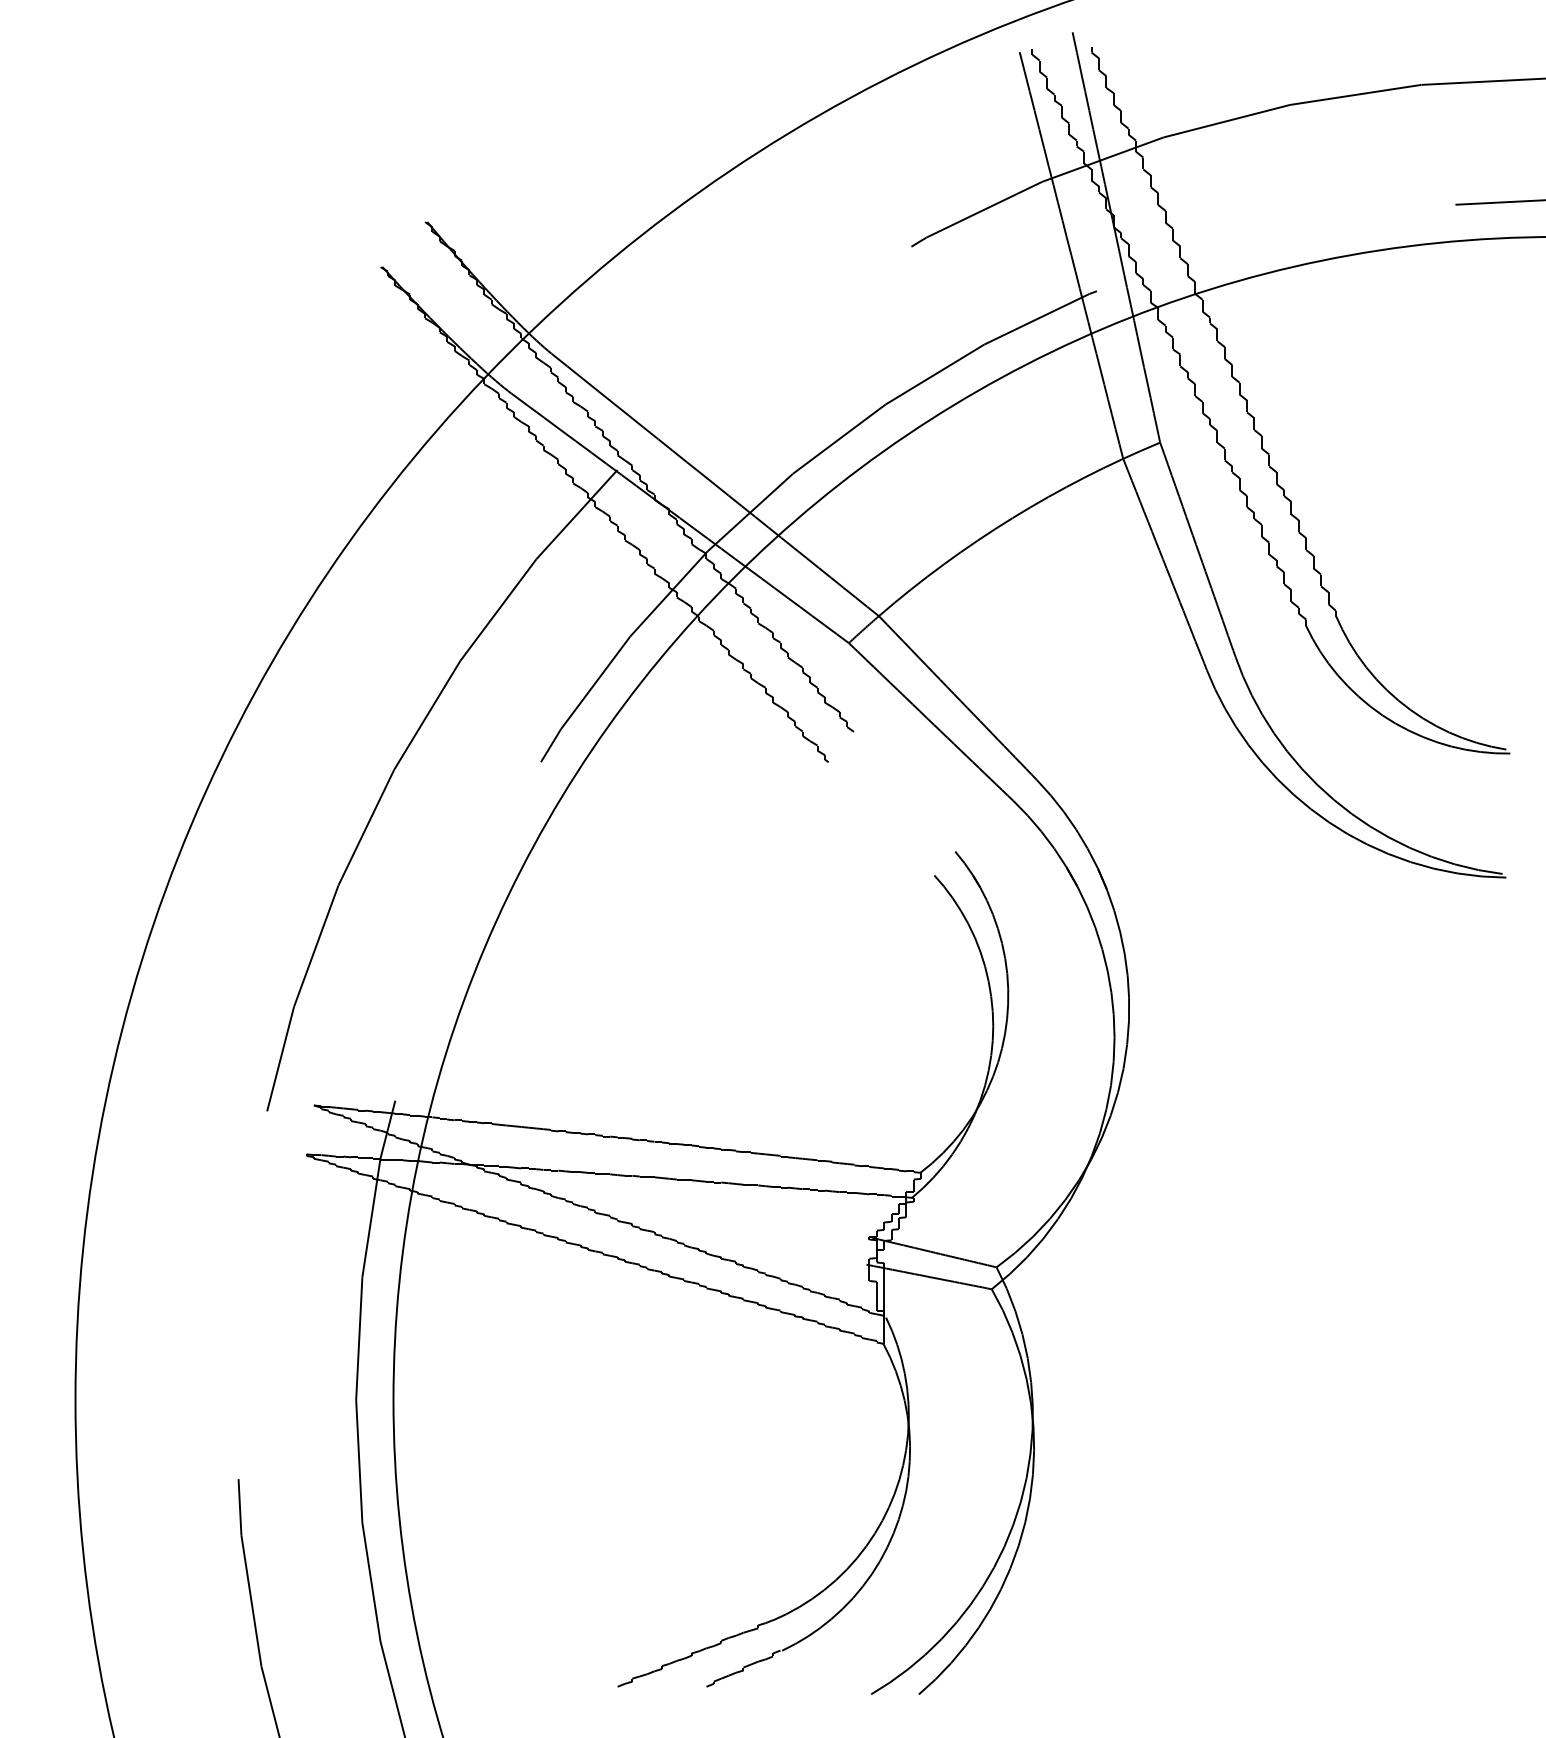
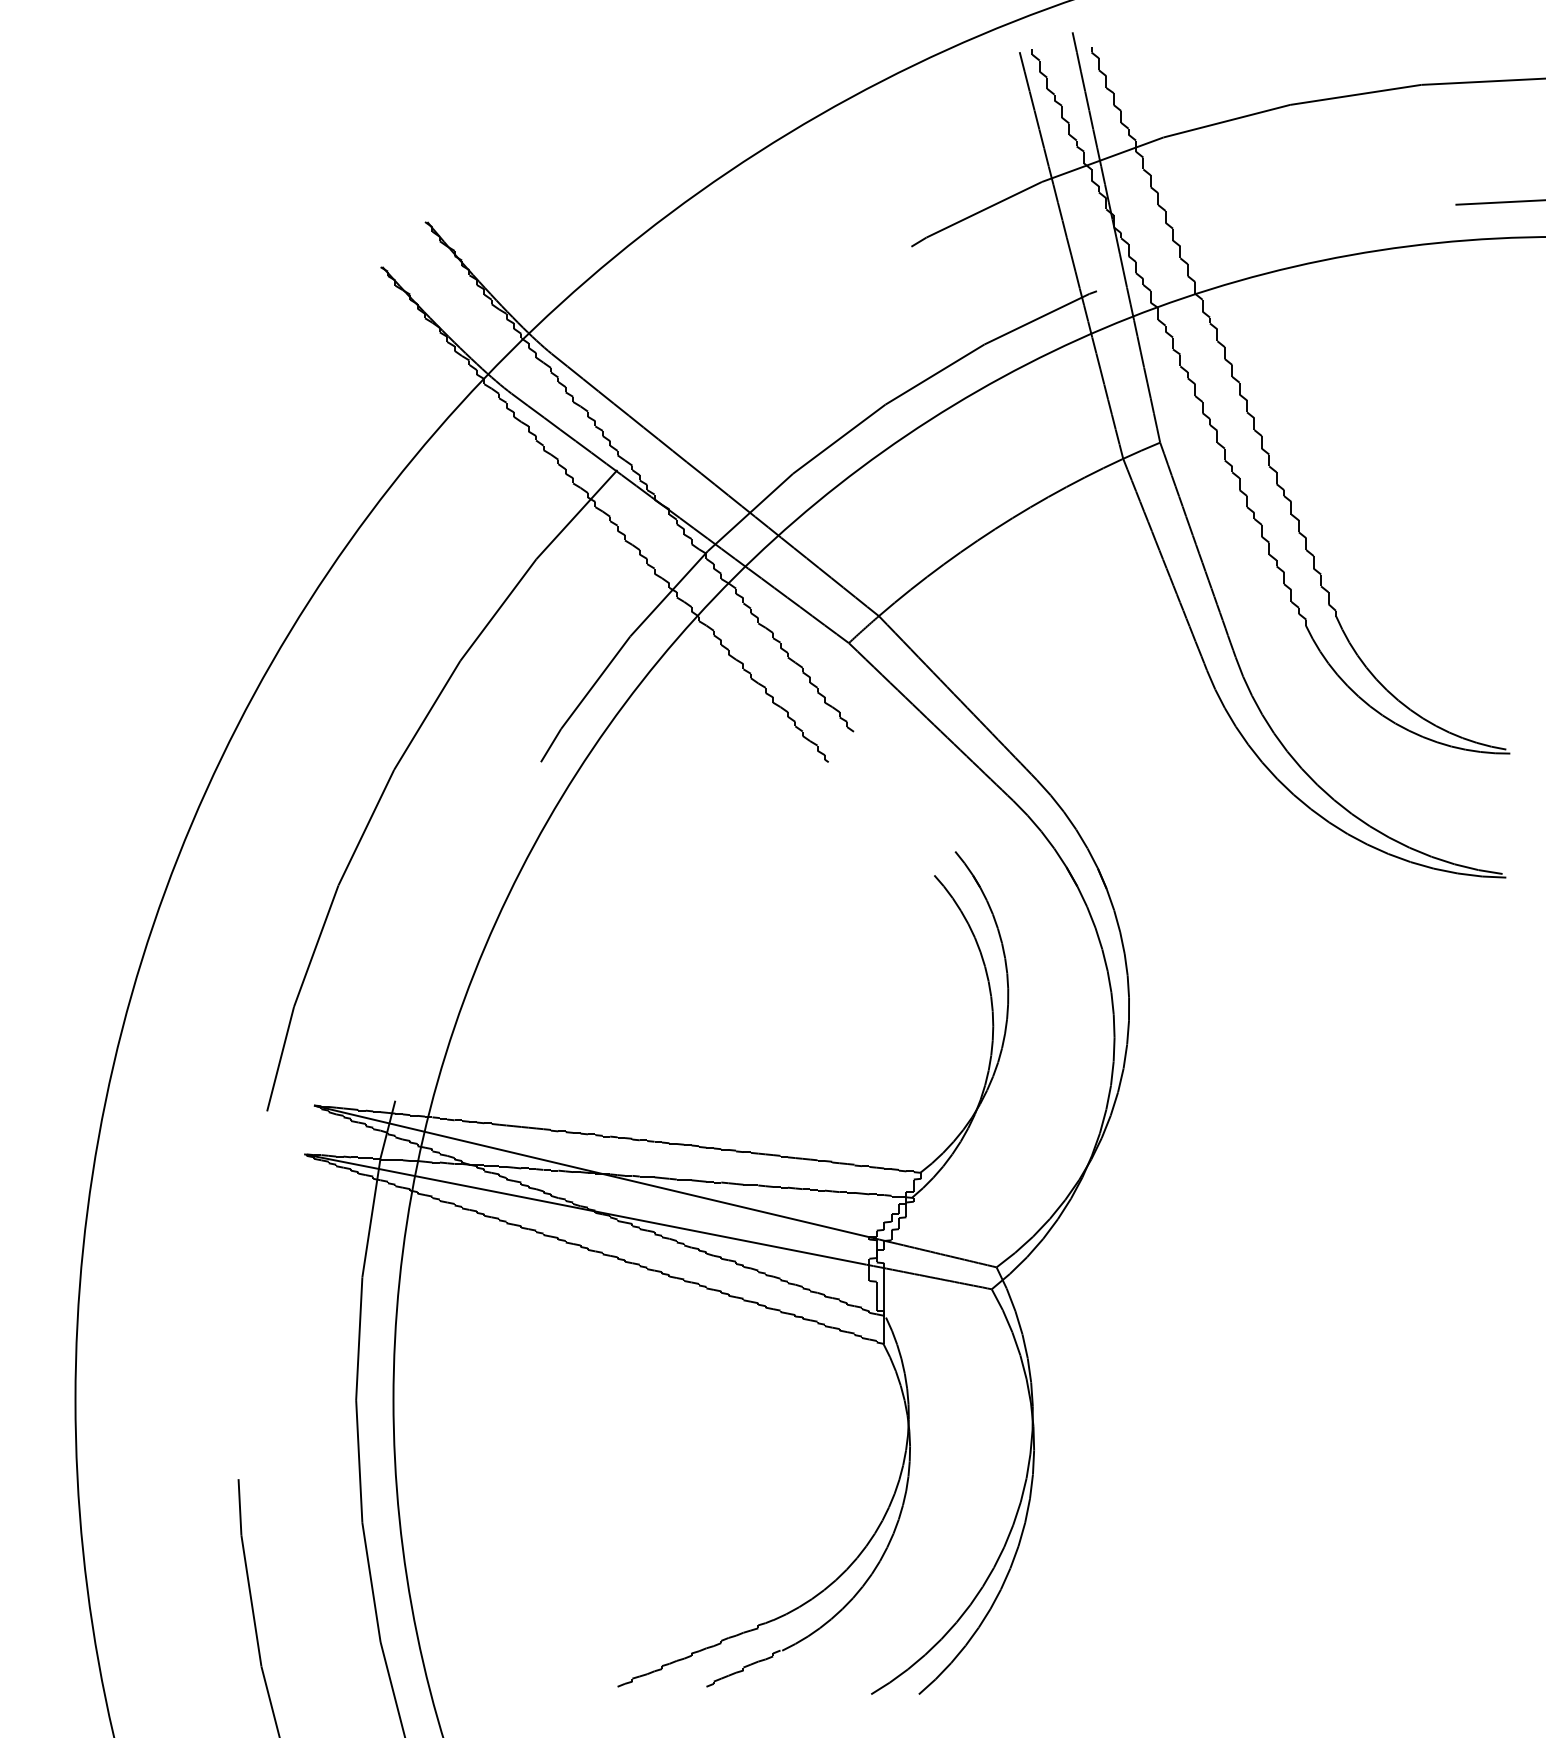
line at (593, 1171): none -> present
line at (585, 1209): none -> present
